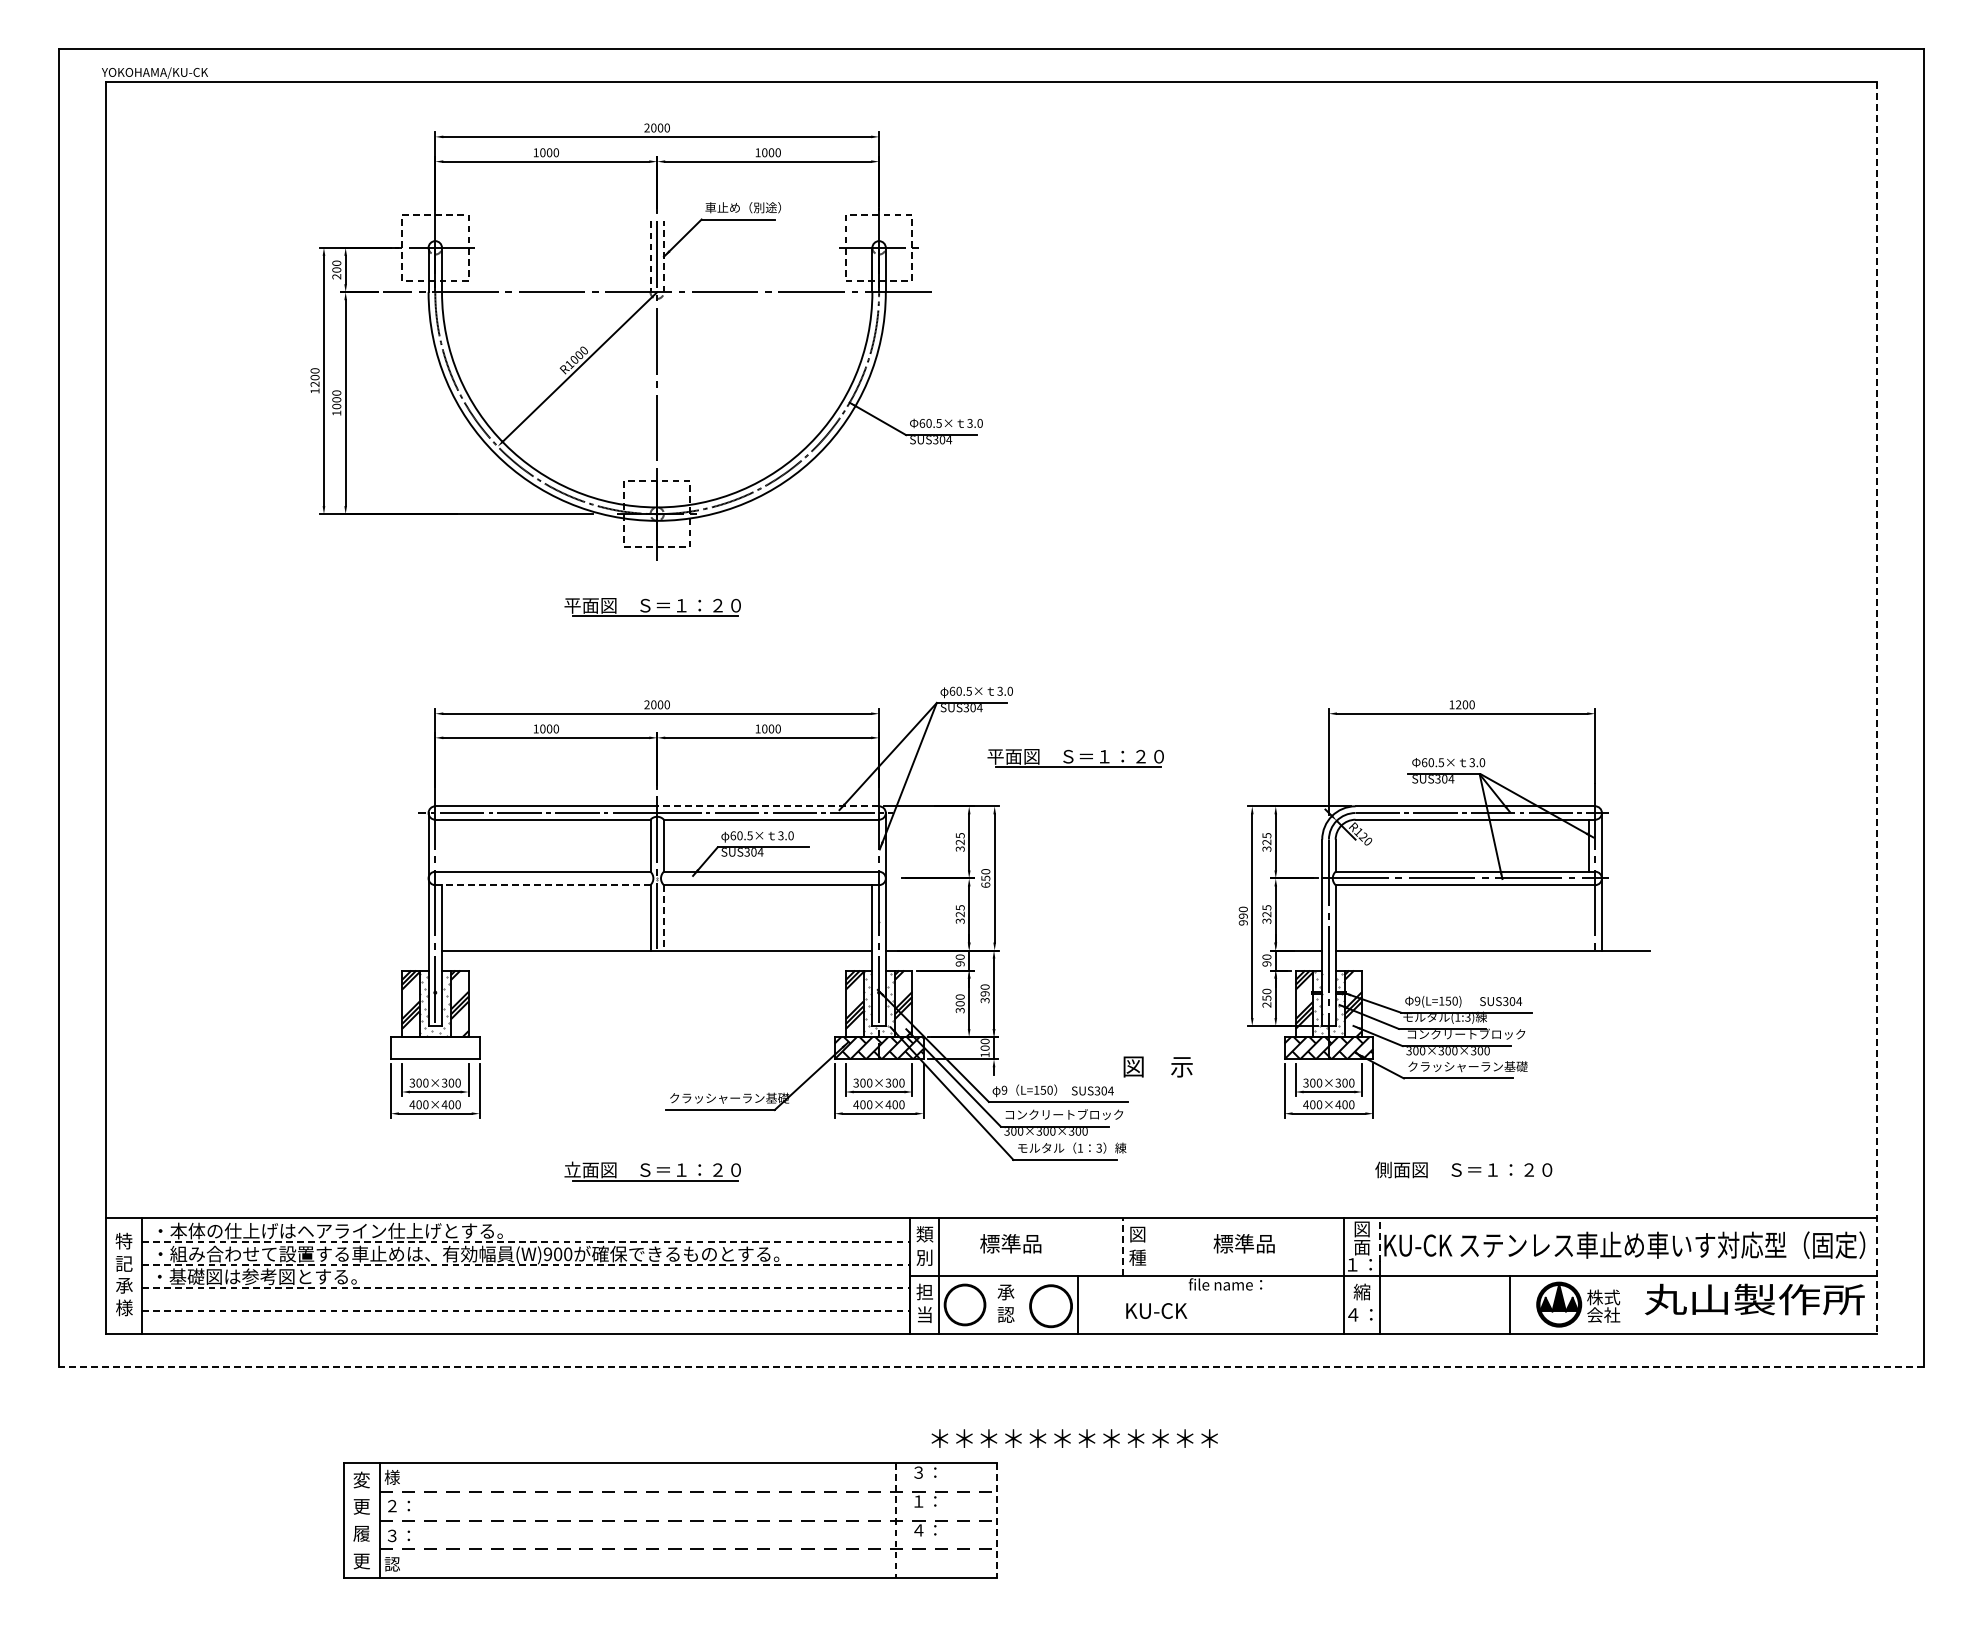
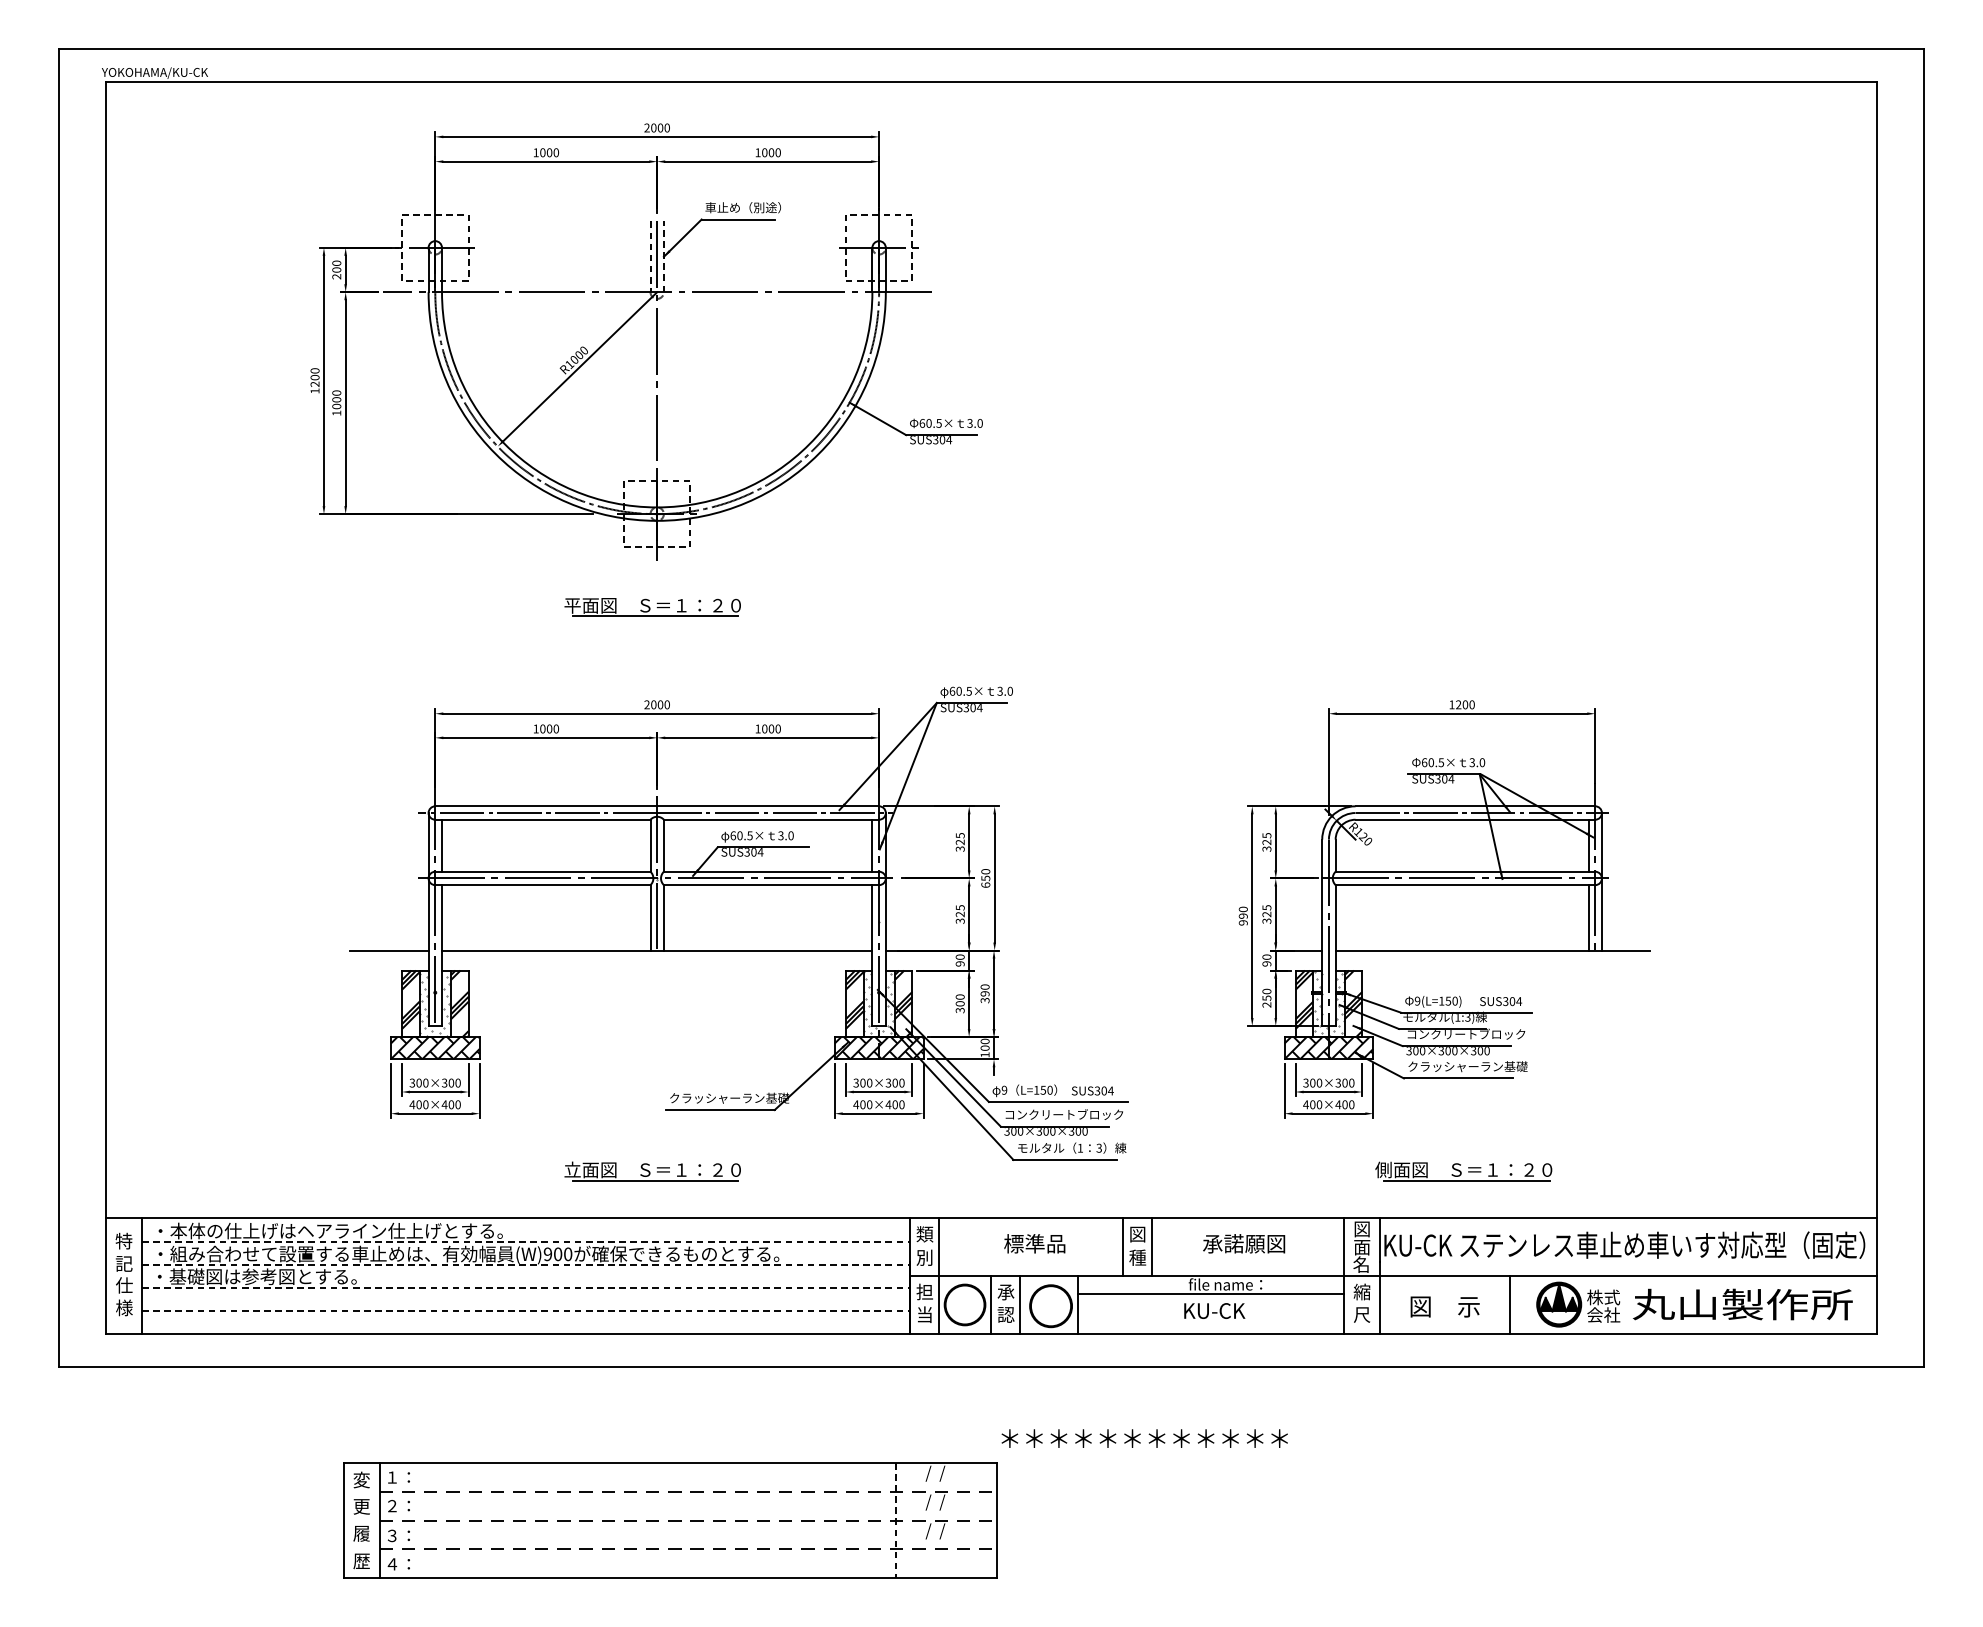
line at (1876, 708): dashed -> solid
part at (1075, 758): present -> none
line at (768, 806): dashed -> solid
line at (442, 845): none -> present
line at (872, 845): none -> present
line at (655, 878): none -> present
line at (542, 885): dashed -> solid
line at (663, 917): dashed -> solid
line at (1588, 917): none -> present
line at (388, 950): none -> present
hatch at (434, 1048): none -> present
text at (1157, 1066) position: (1157, 1066) -> (1444, 1306)
line at (1466, 1180): none -> present
line at (1380, 1240): dashed -> solid
text at (1010, 1243) position: (1010, 1243) -> (1034, 1243)
text at (1244, 1243): 標準品 -> 承諾願図
line at (1122, 1247): dashed -> solid
line at (1151, 1247): none -> present
text at (1359, 1264): １： -> 名
text at (124, 1285): 承 -> 仕
line at (1210, 1293): none -> present
text at (1754, 1299) position: (1754, 1299) -> (1742, 1304)
line at (991, 1304): none -> present
line at (1020, 1304): none -> present
text at (1156, 1310) position: (1156, 1310) -> (1214, 1310)
text at (1360, 1314): ４： -> 尺
line at (991, 1366): dashed -> solid
text at (1074, 1438) position: (1074, 1438) -> (1144, 1438)
text at (929, 1473): ３： -> /  /
text at (397, 1476): 様 -> １：
text at (929, 1502): １： -> /  /
line at (996, 1520): dashed -> solid
text at (929, 1531): ４： -> /  /
text at (361, 1561): 更 -> 歴
text at (396, 1564): 認 -> ４：
